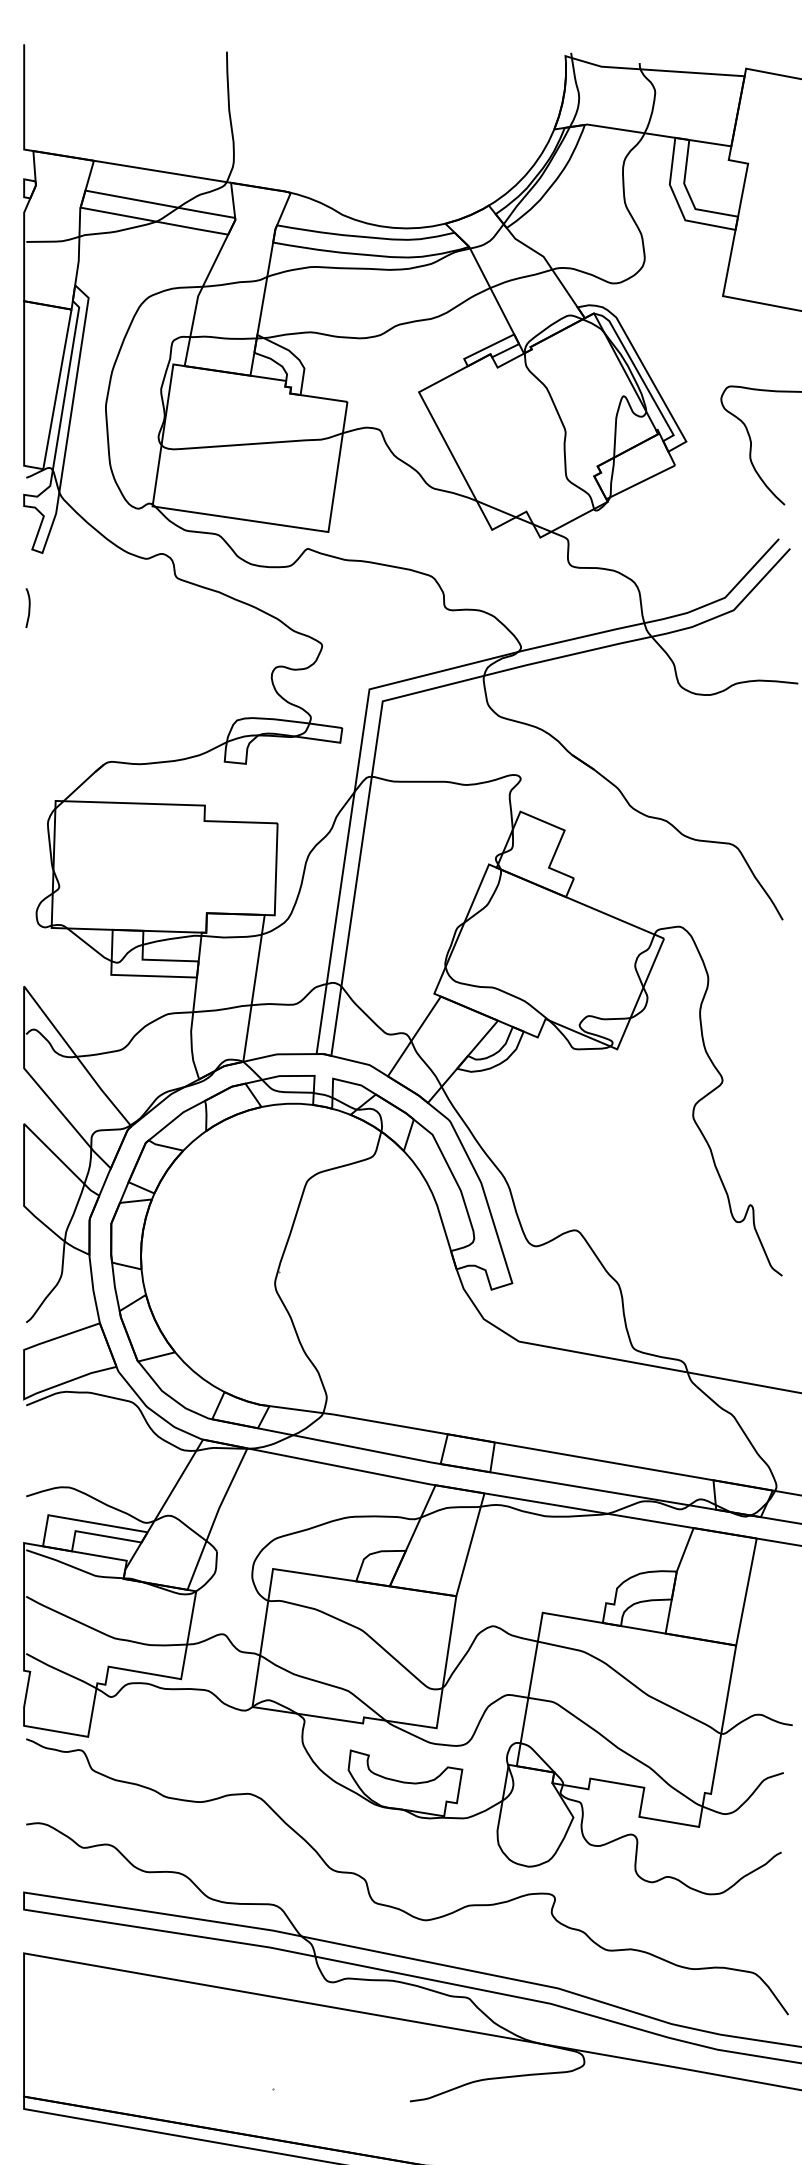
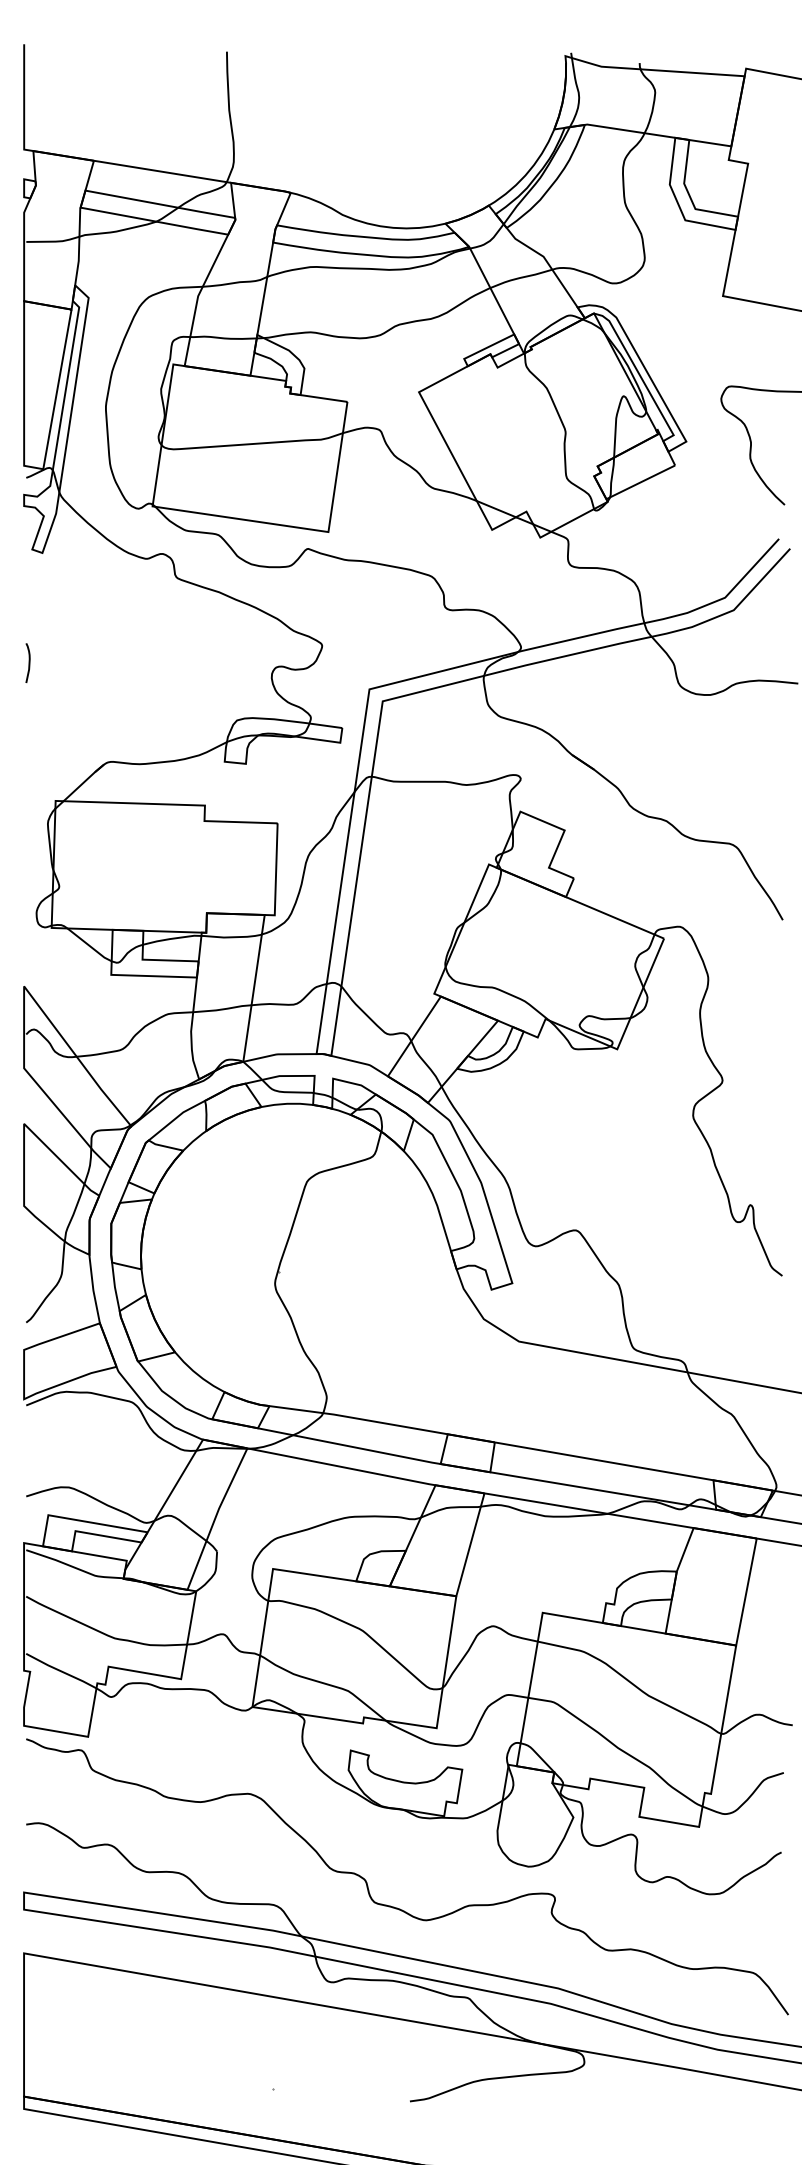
curve at (28, 607) position: (28, 607) -> (28, 662)
